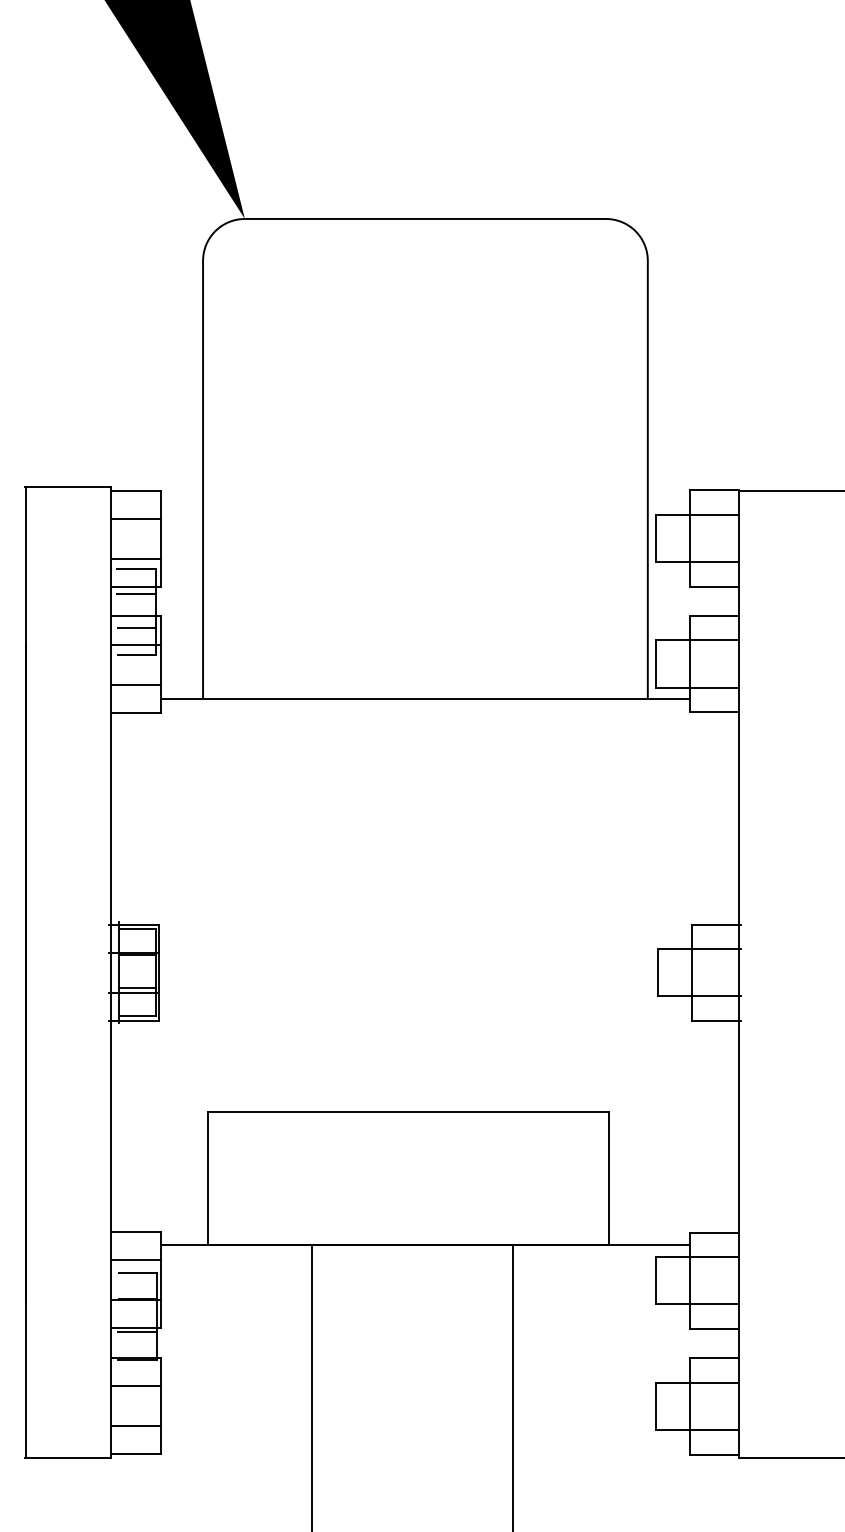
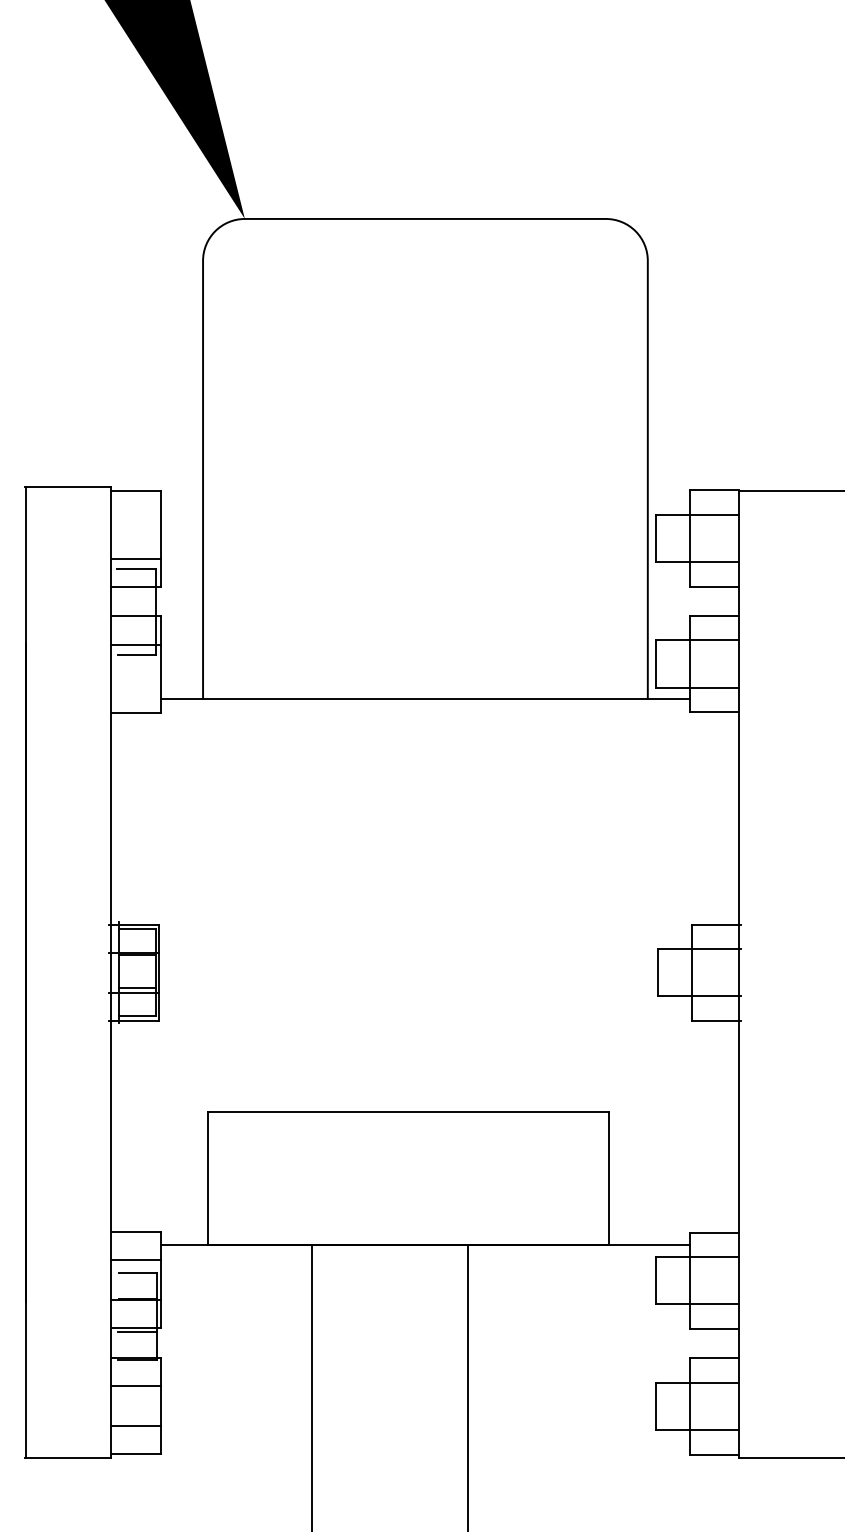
line at (135, 518): present -> none
line at (136, 594): present -> none
line at (136, 627): present -> none
line at (135, 684): present -> none
line at (512, 1386) position: (512, 1386) -> (467, 1386)
